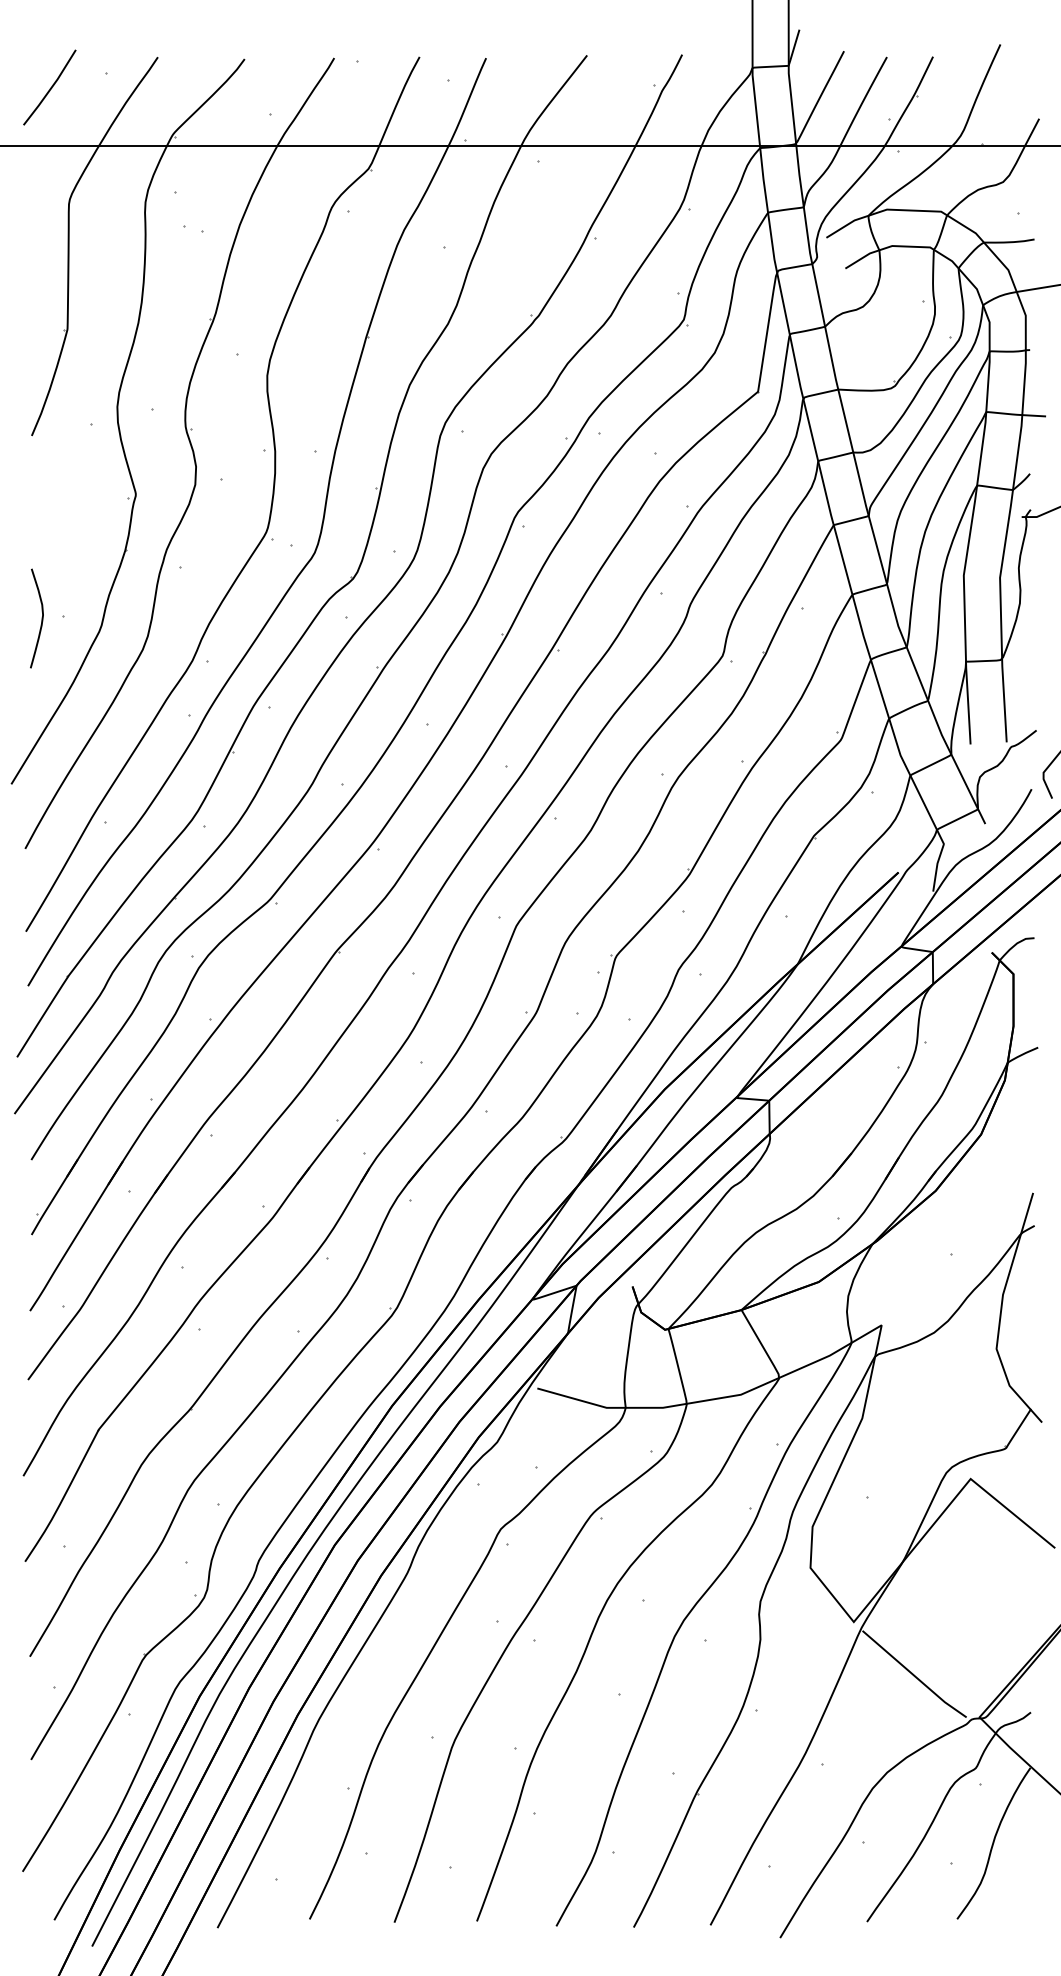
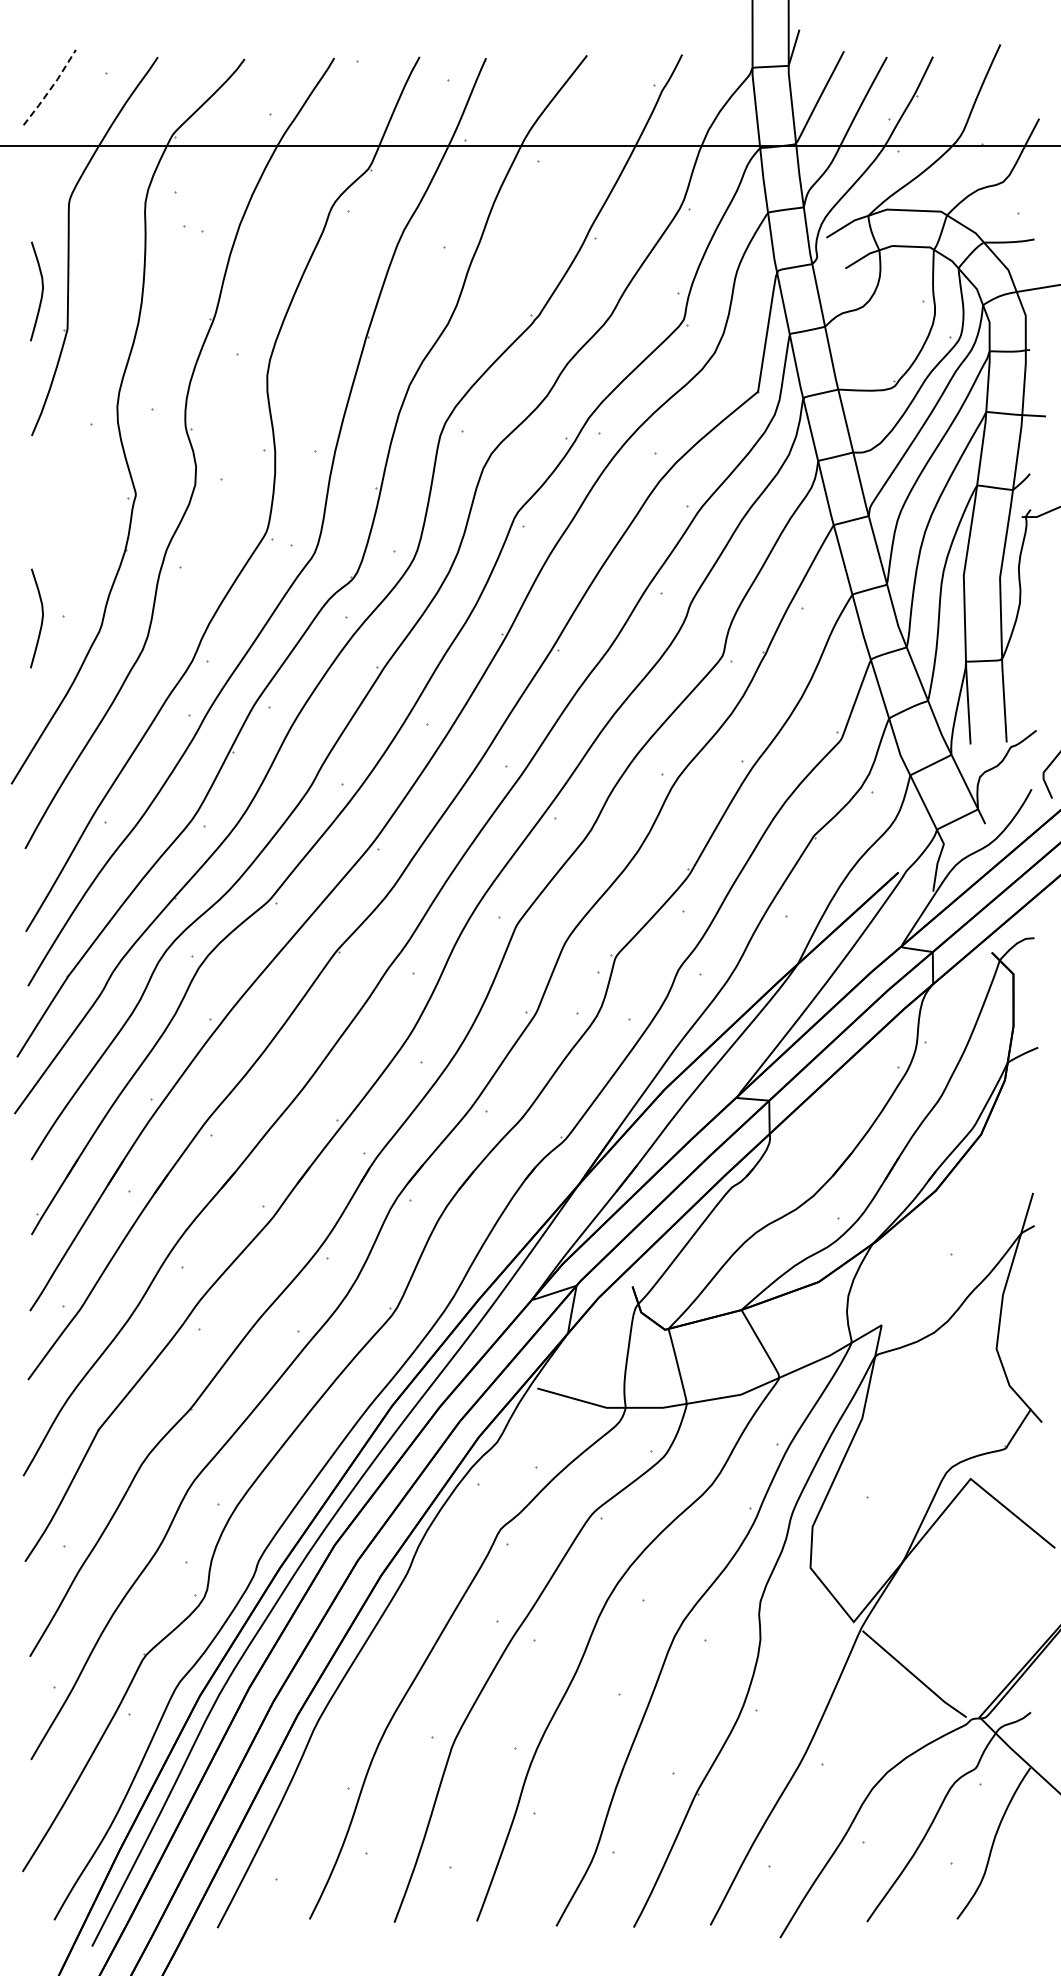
line at (51, 88): solid -> dashed
curve at (41, 291): none -> present
